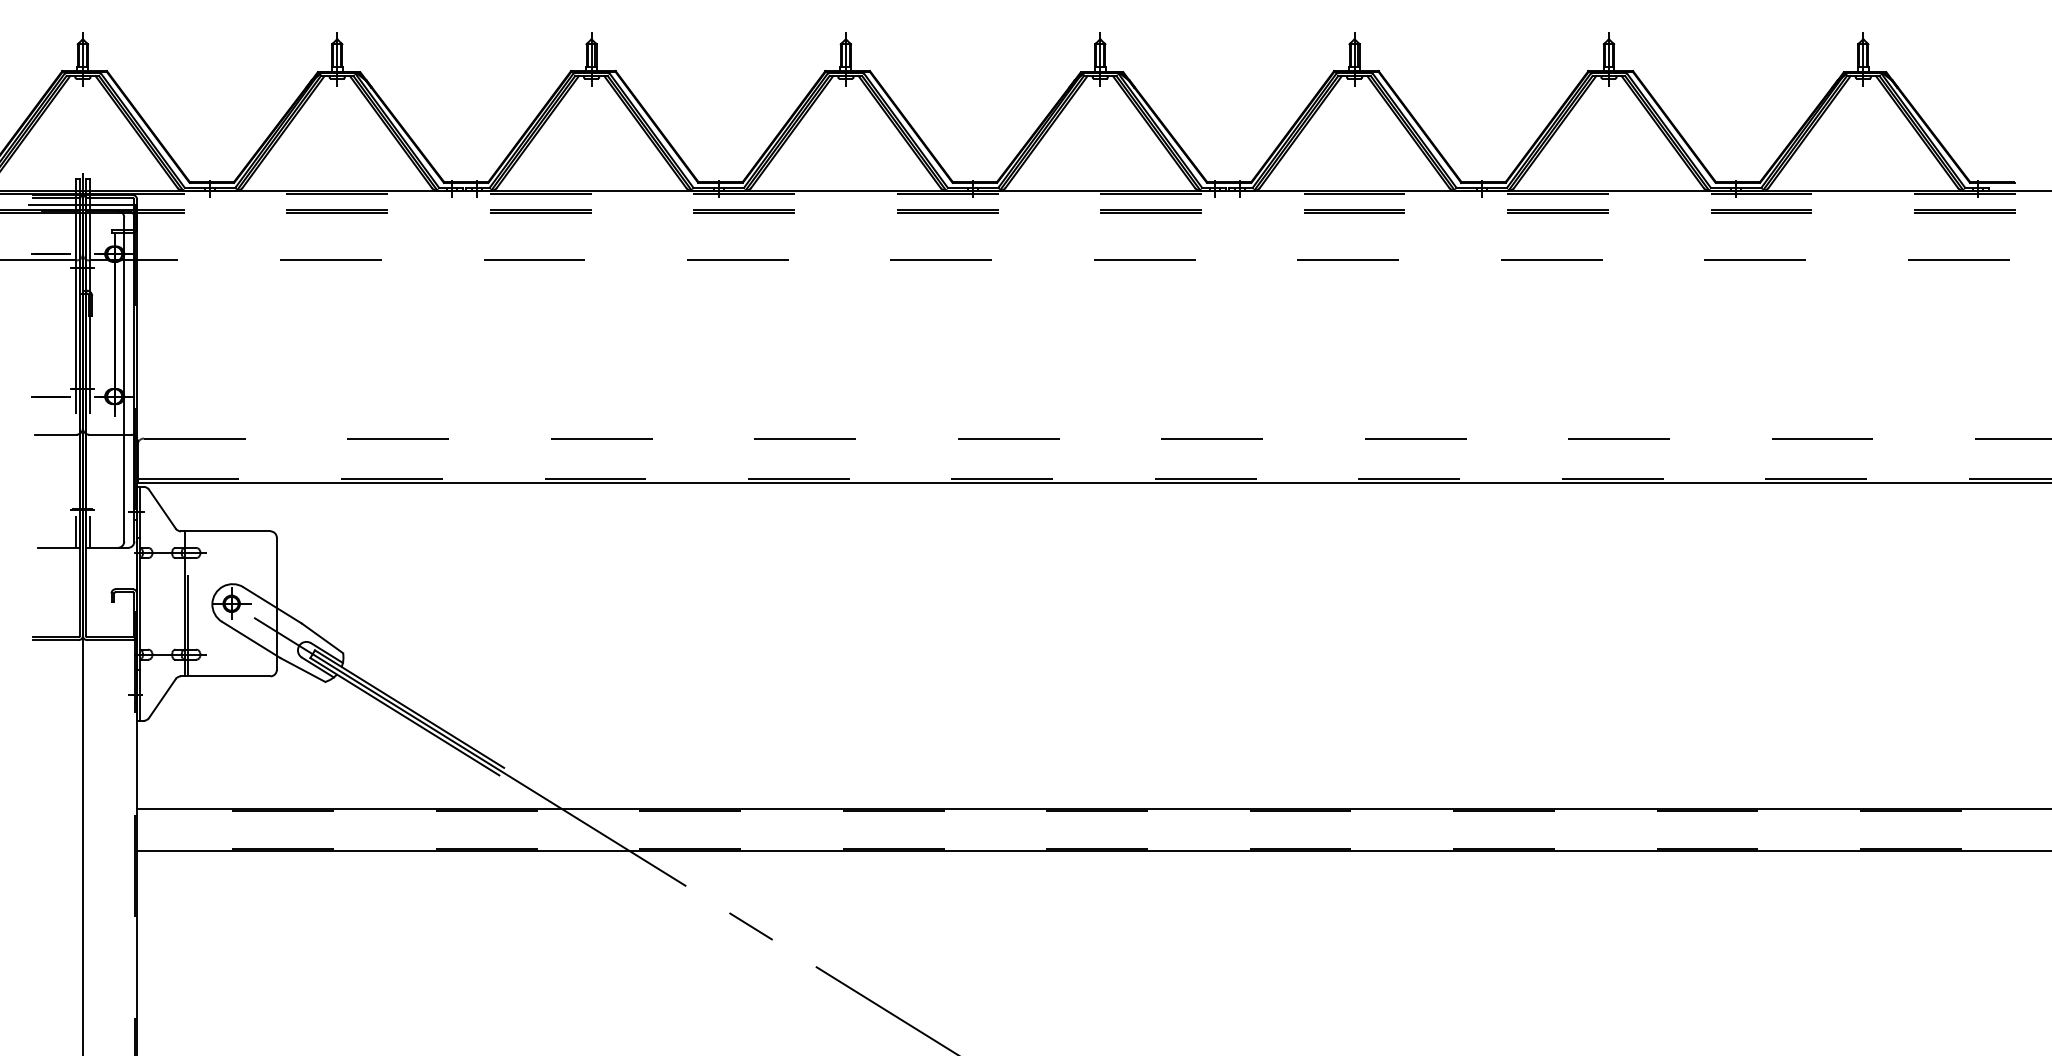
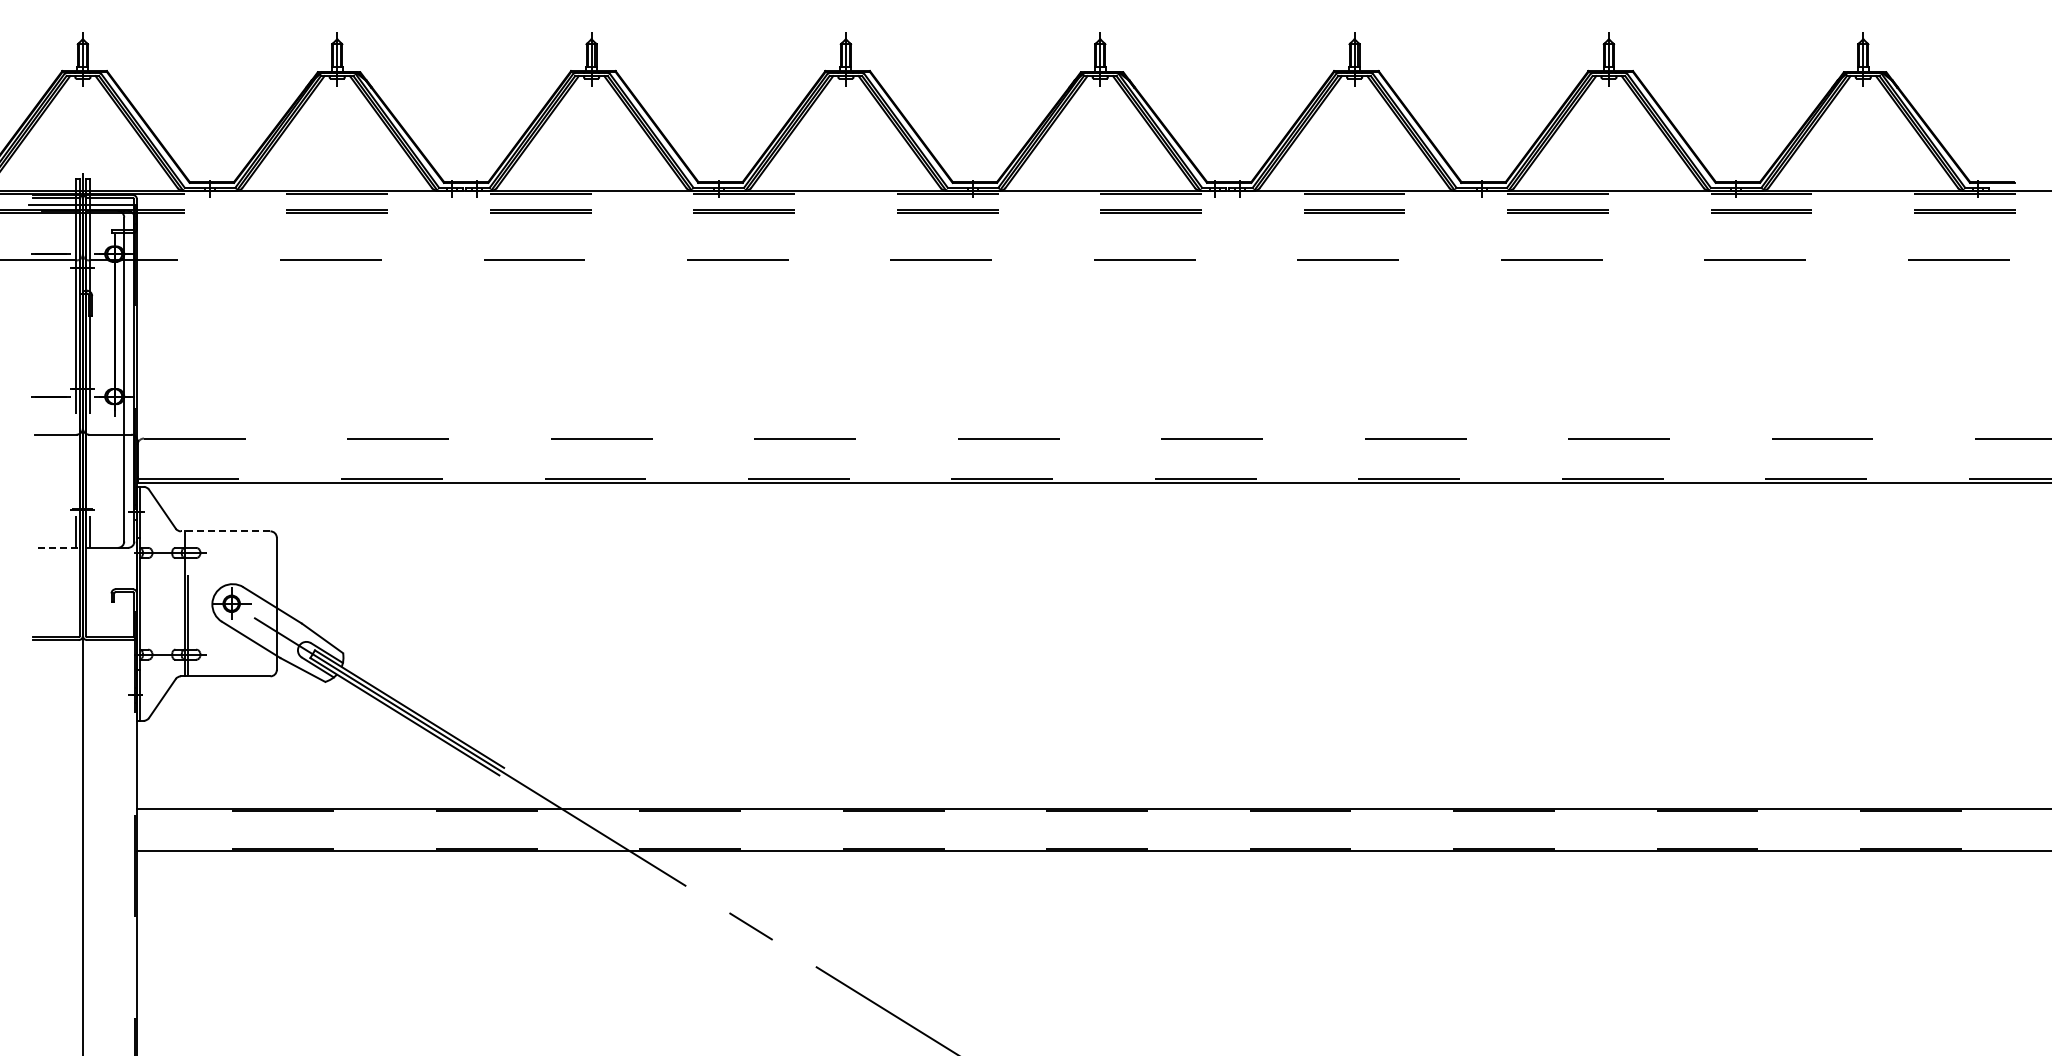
line at (225, 531): solid -> dashed
line at (58, 547): solid -> dashed
